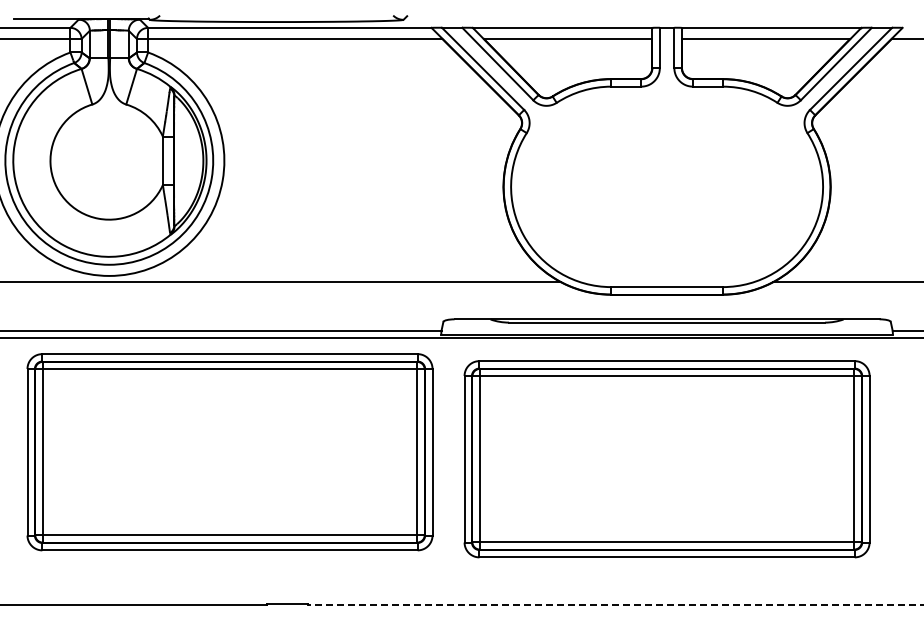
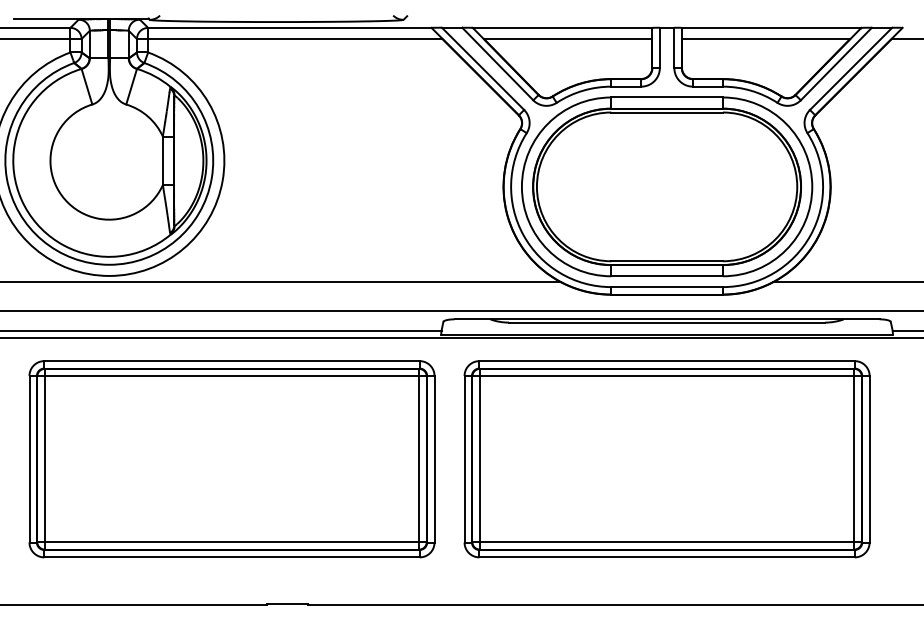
part at (667, 186): none -> present
line at (461, 311): none -> present
part at (229, 452) position: (229, 452) -> (231, 459)
line at (616, 605): dashed -> solid
